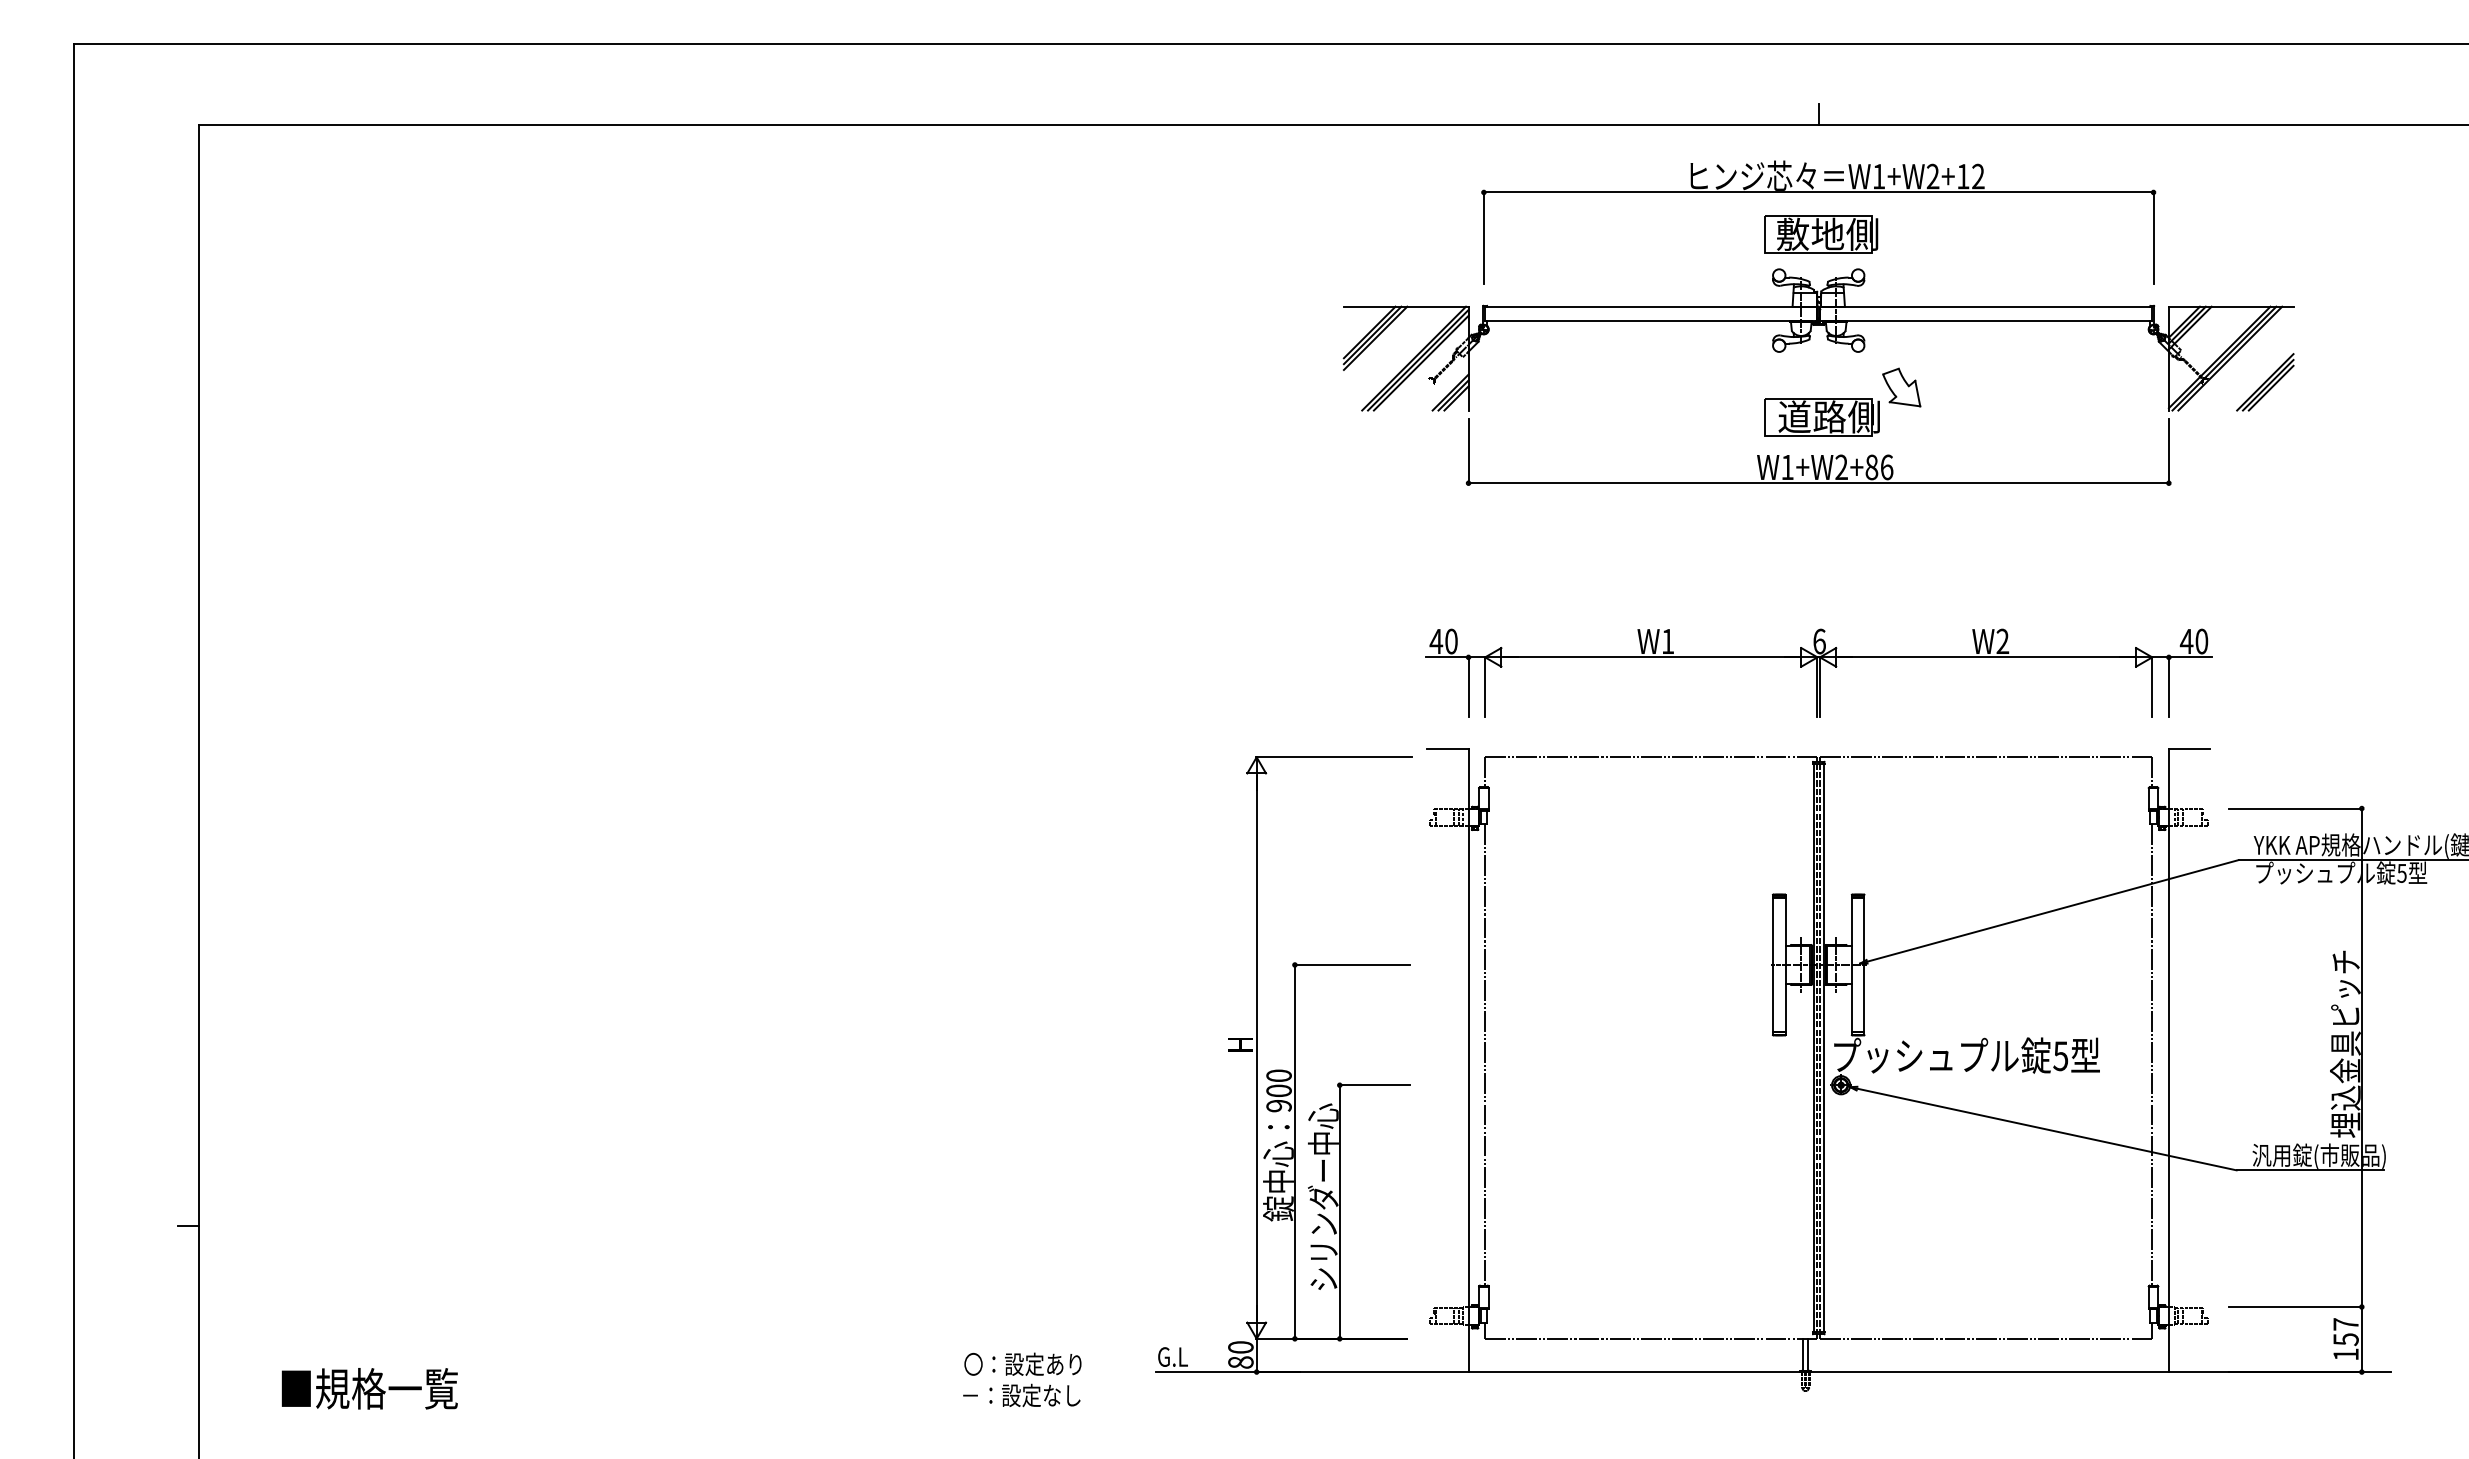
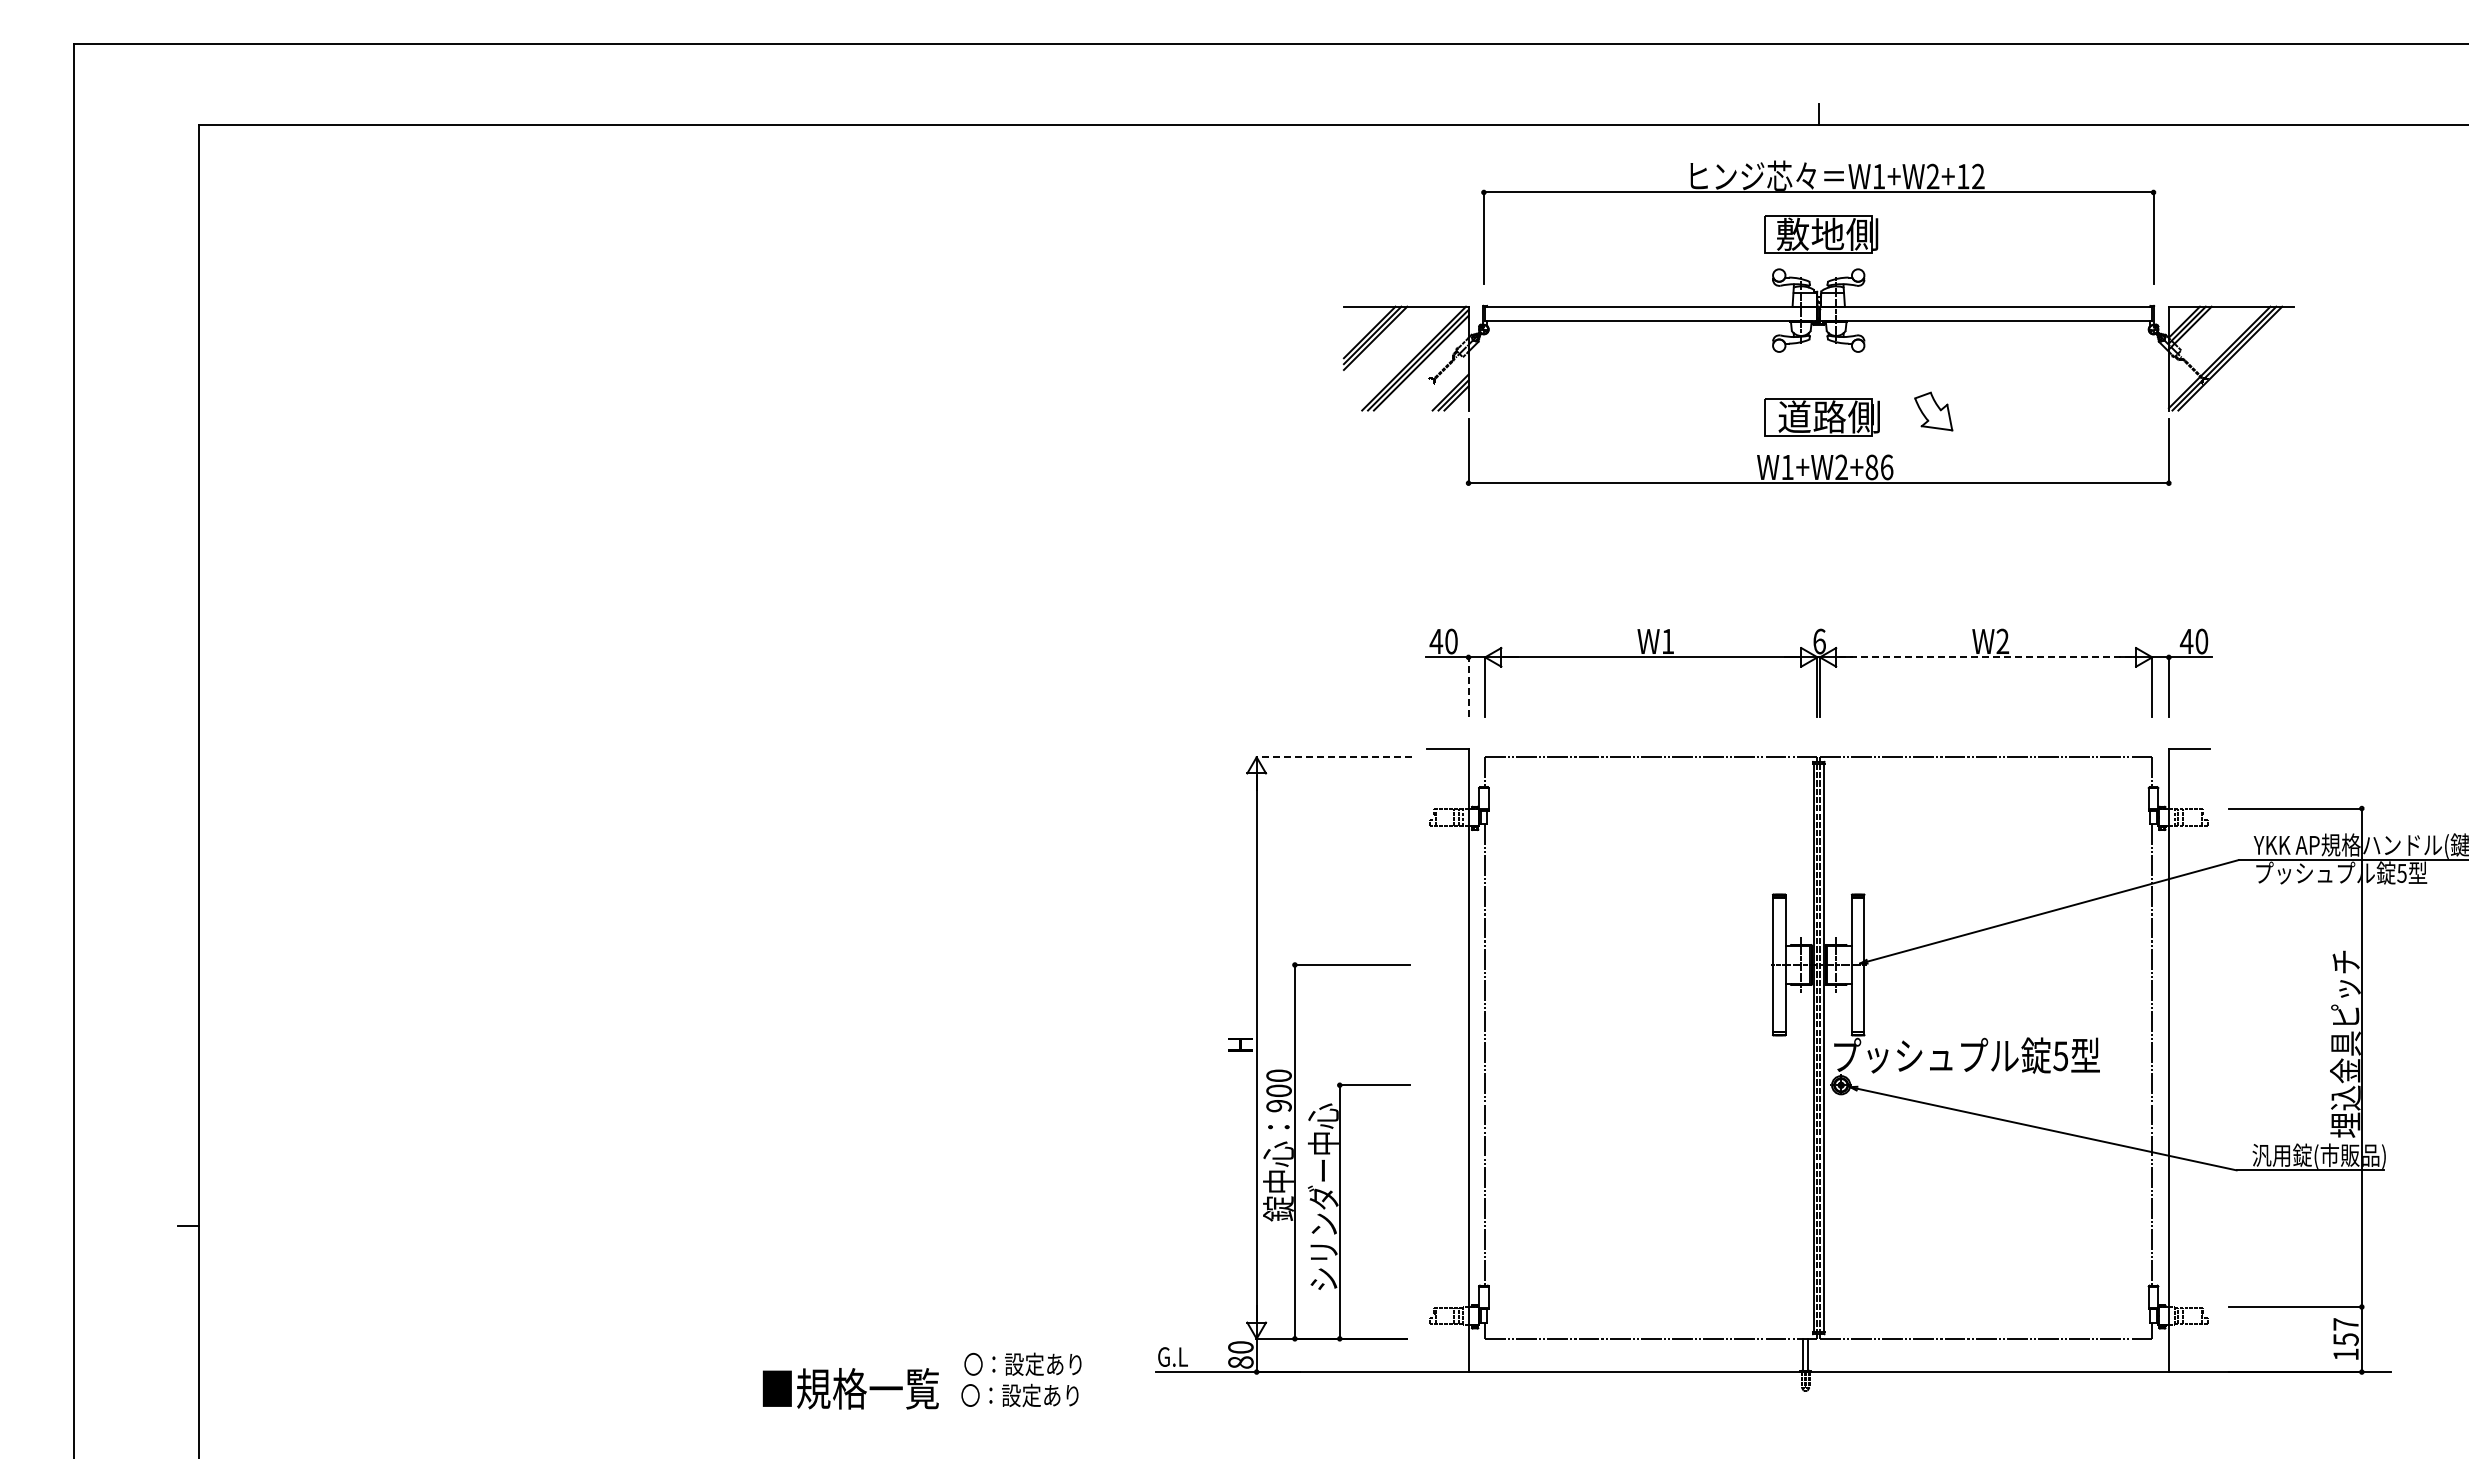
part at (2265, 382): present -> none
part at (1901, 387) position: (1901, 387) -> (1933, 411)
line at (1986, 657): solid -> dashed
line at (1468, 686): solid -> dashed
line at (1333, 757): solid -> dashed
text at (369, 1388) position: (369, 1388) -> (850, 1388)
text at (1020, 1395): －：設定なし -> 〇：設定あり
